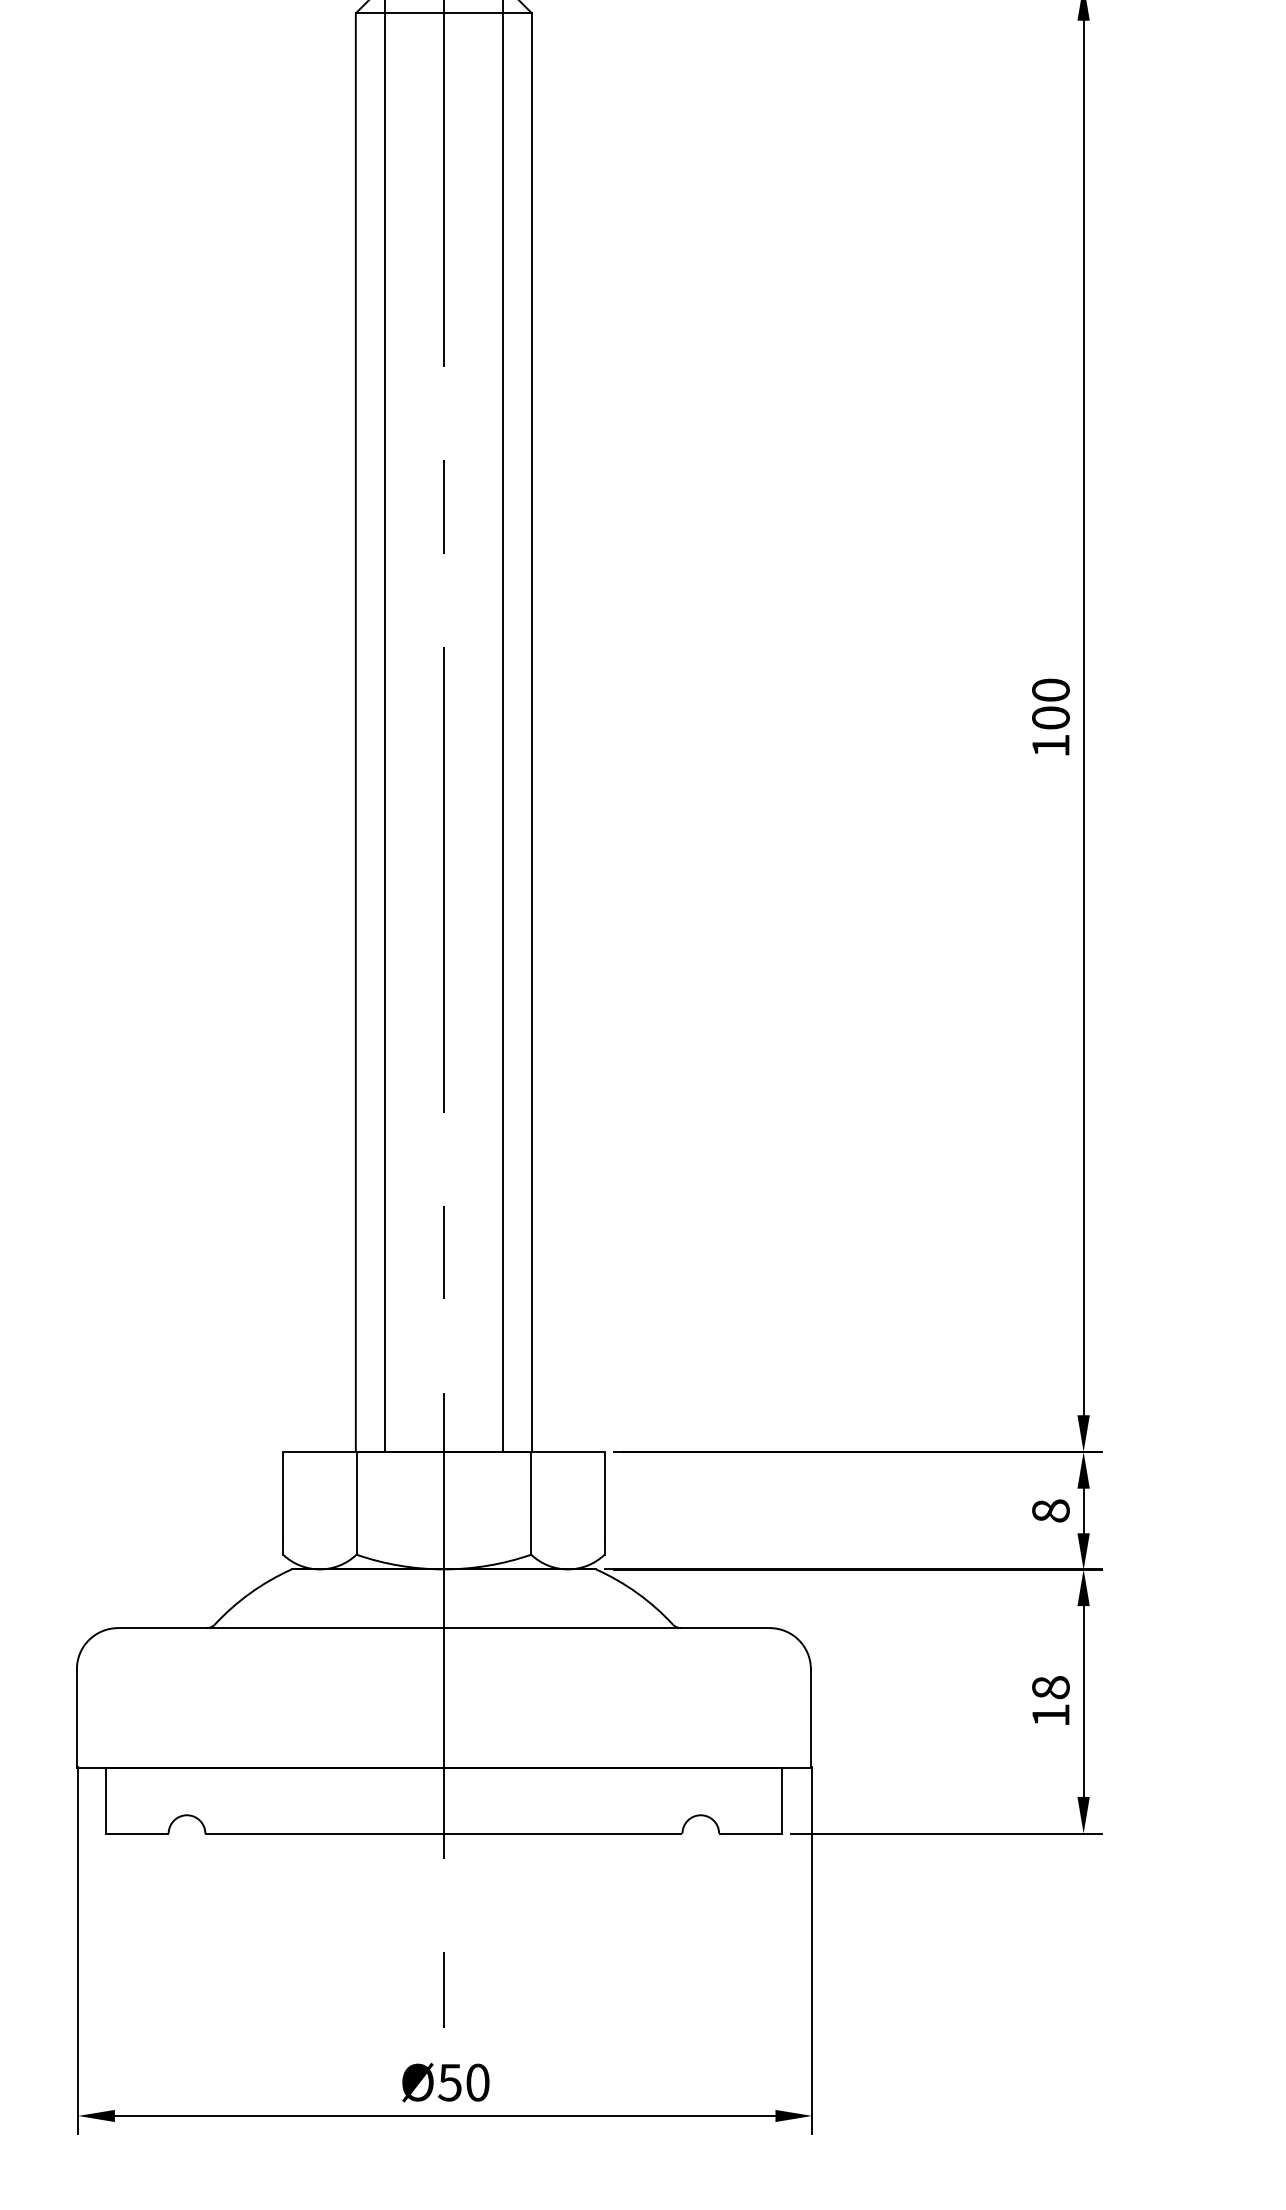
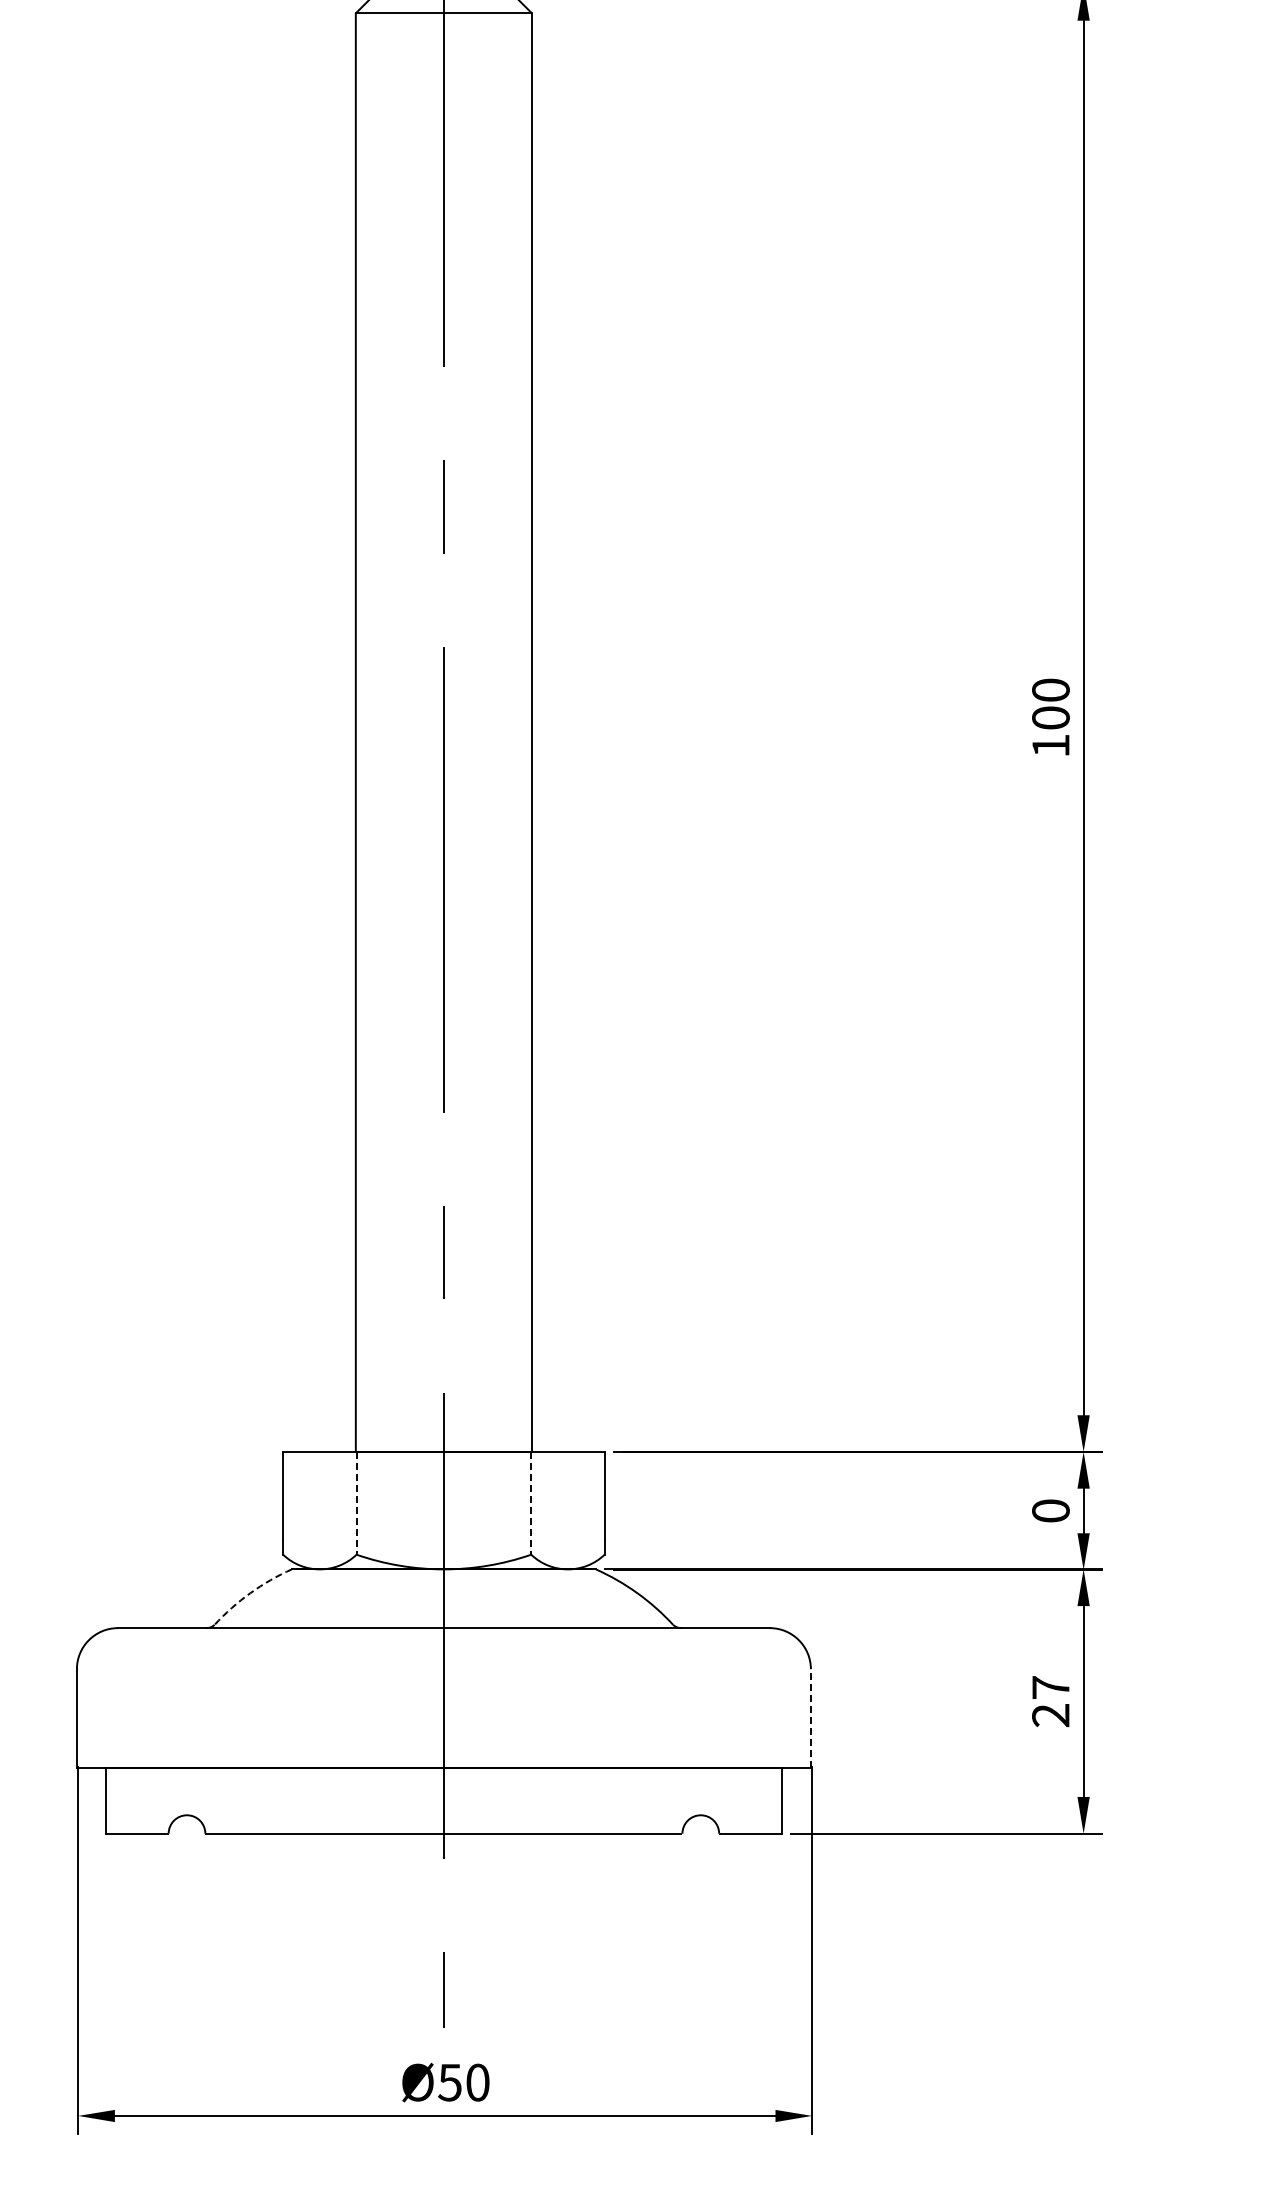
line at (385, 726): present -> none
line at (502, 726): present -> none
line at (356, 1503): solid -> dashed
line at (531, 1503): solid -> dashed
text at (1050, 1510): 8 -> 0
arc at (250, 1593): solid -> dashed
text at (1050, 1701): 18 -> 27
line at (810, 1717): solid -> dashed
